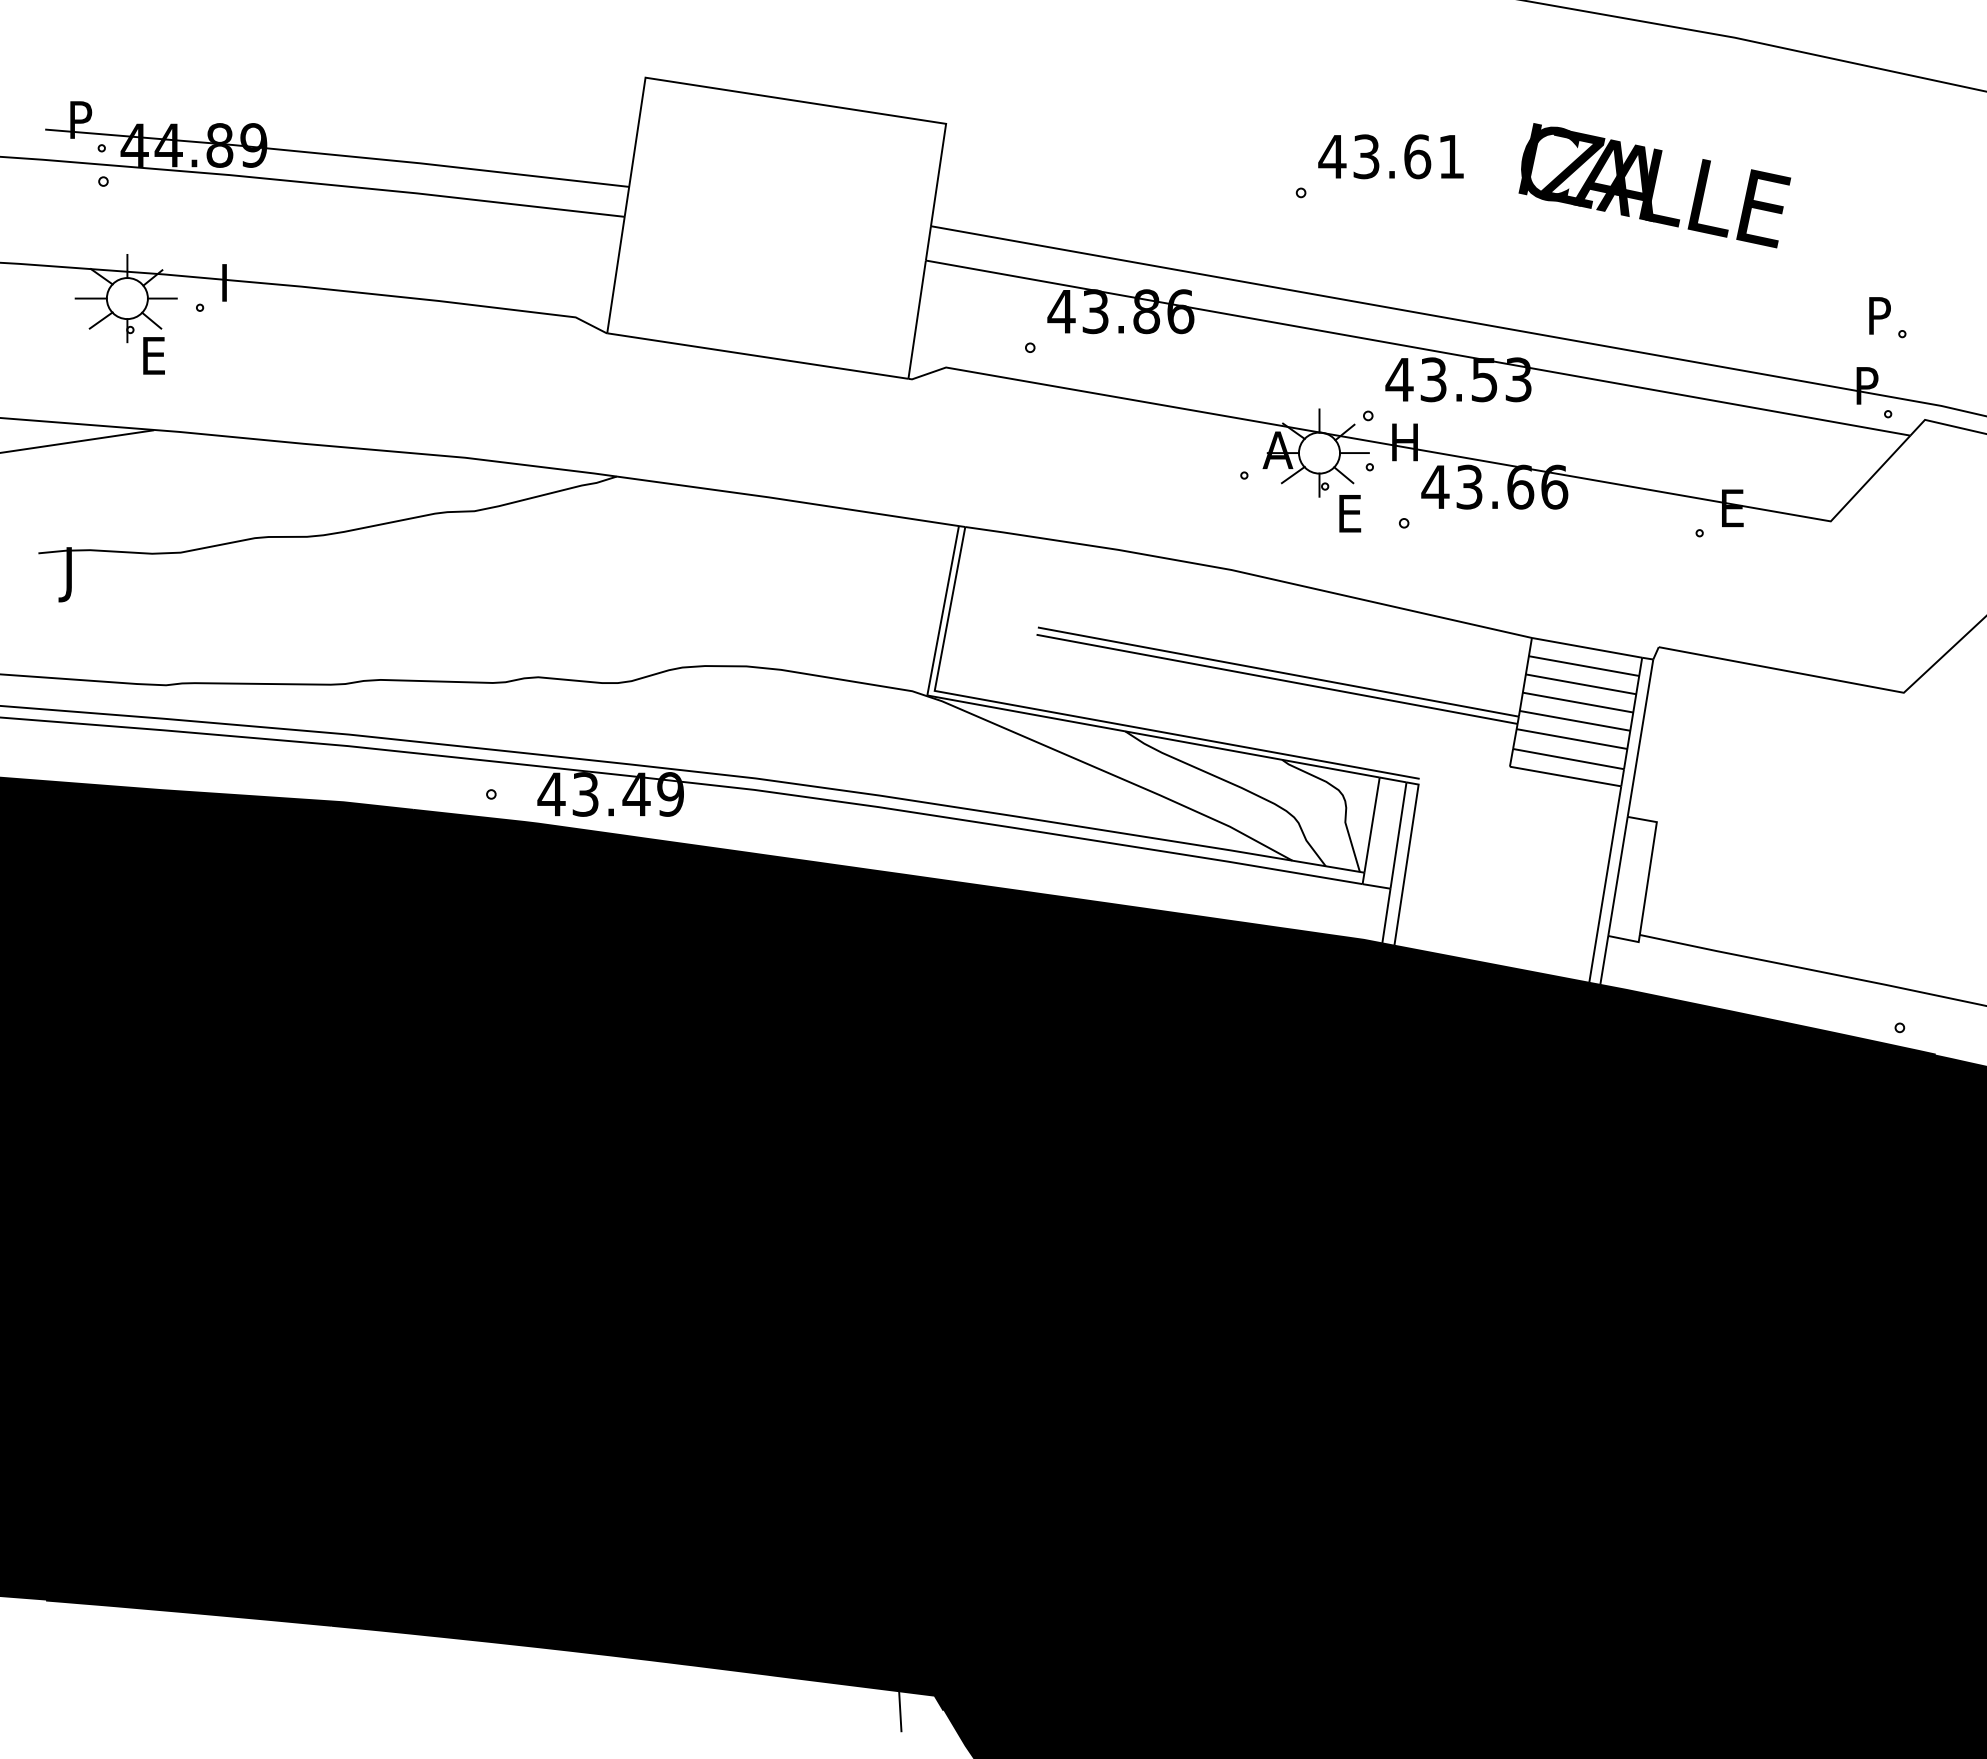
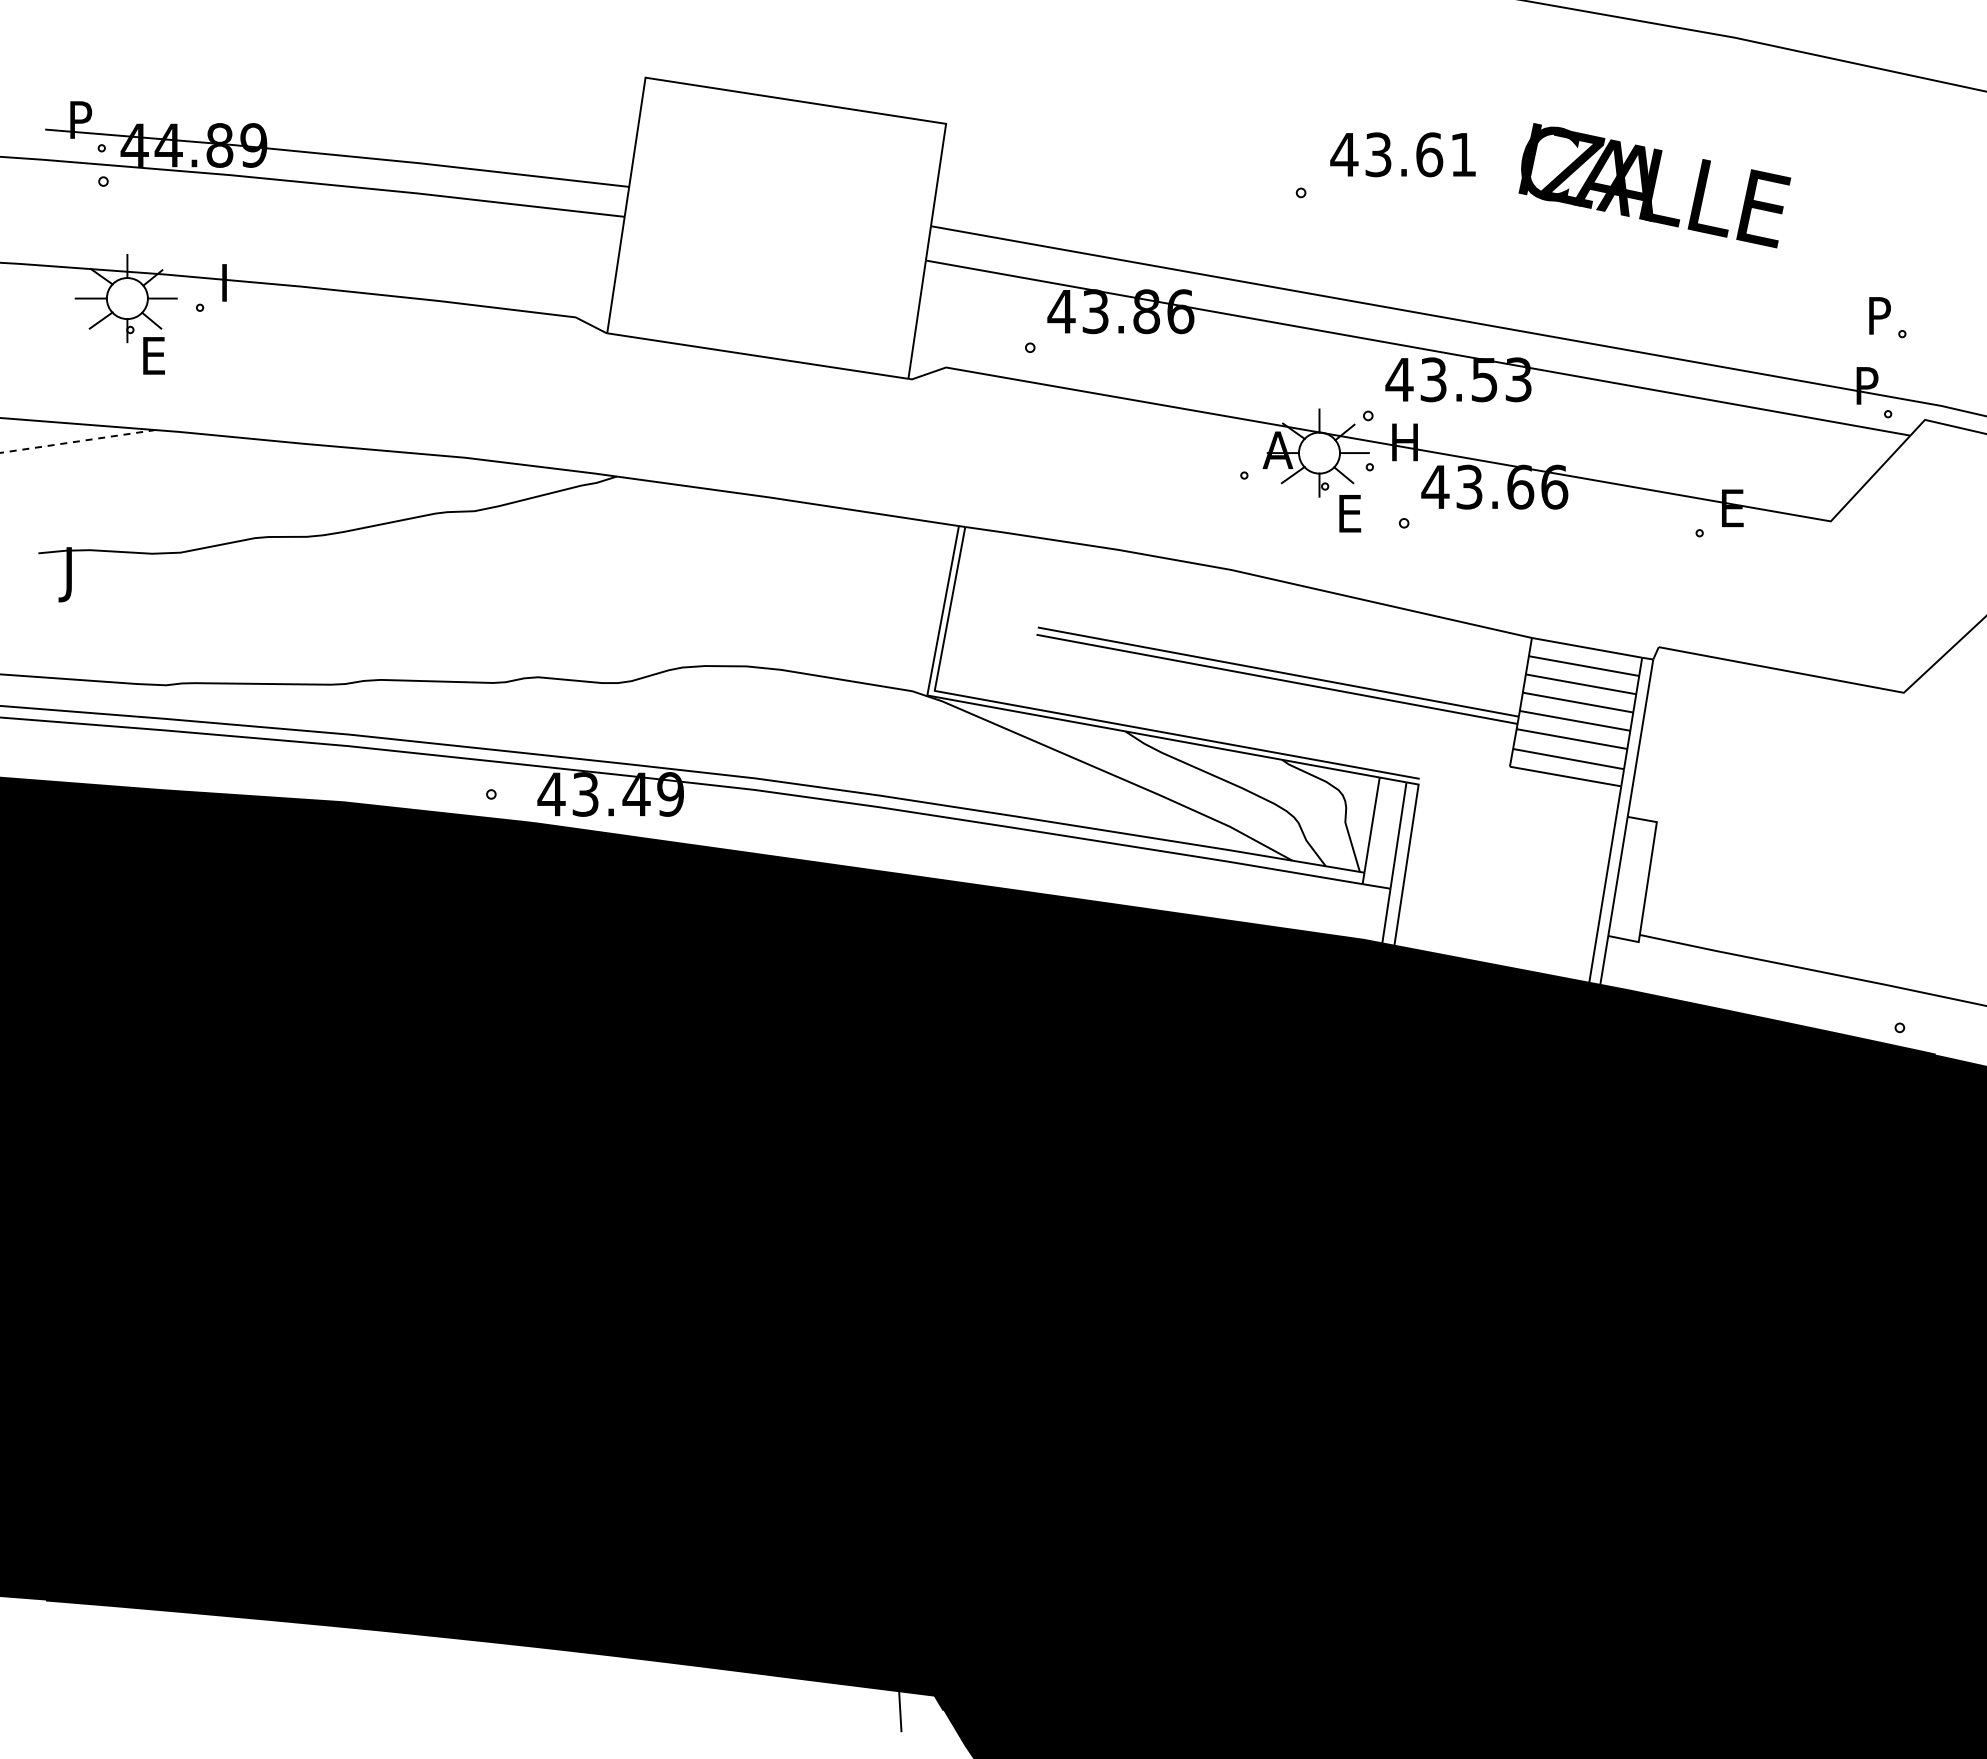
text at (1390, 156) position: (1390, 156) -> (1402, 154)
line at (77, 441): solid -> dashed
